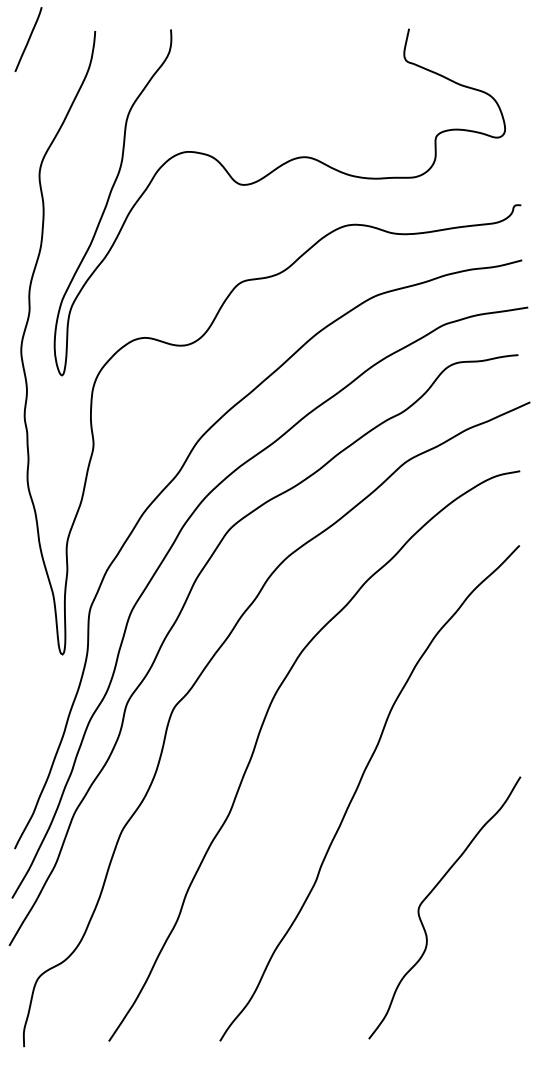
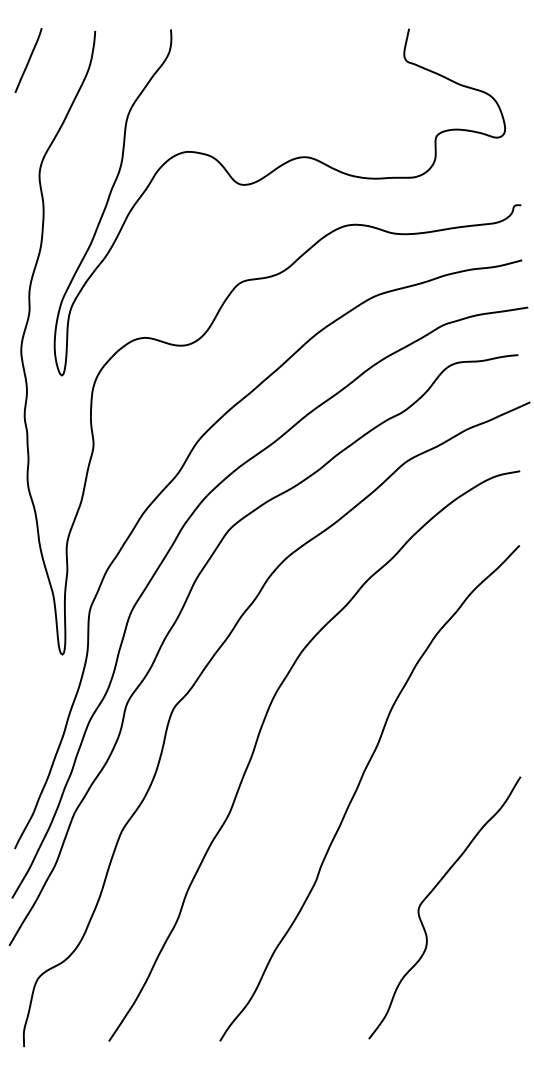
line at (28, 39) position: (28, 39) -> (28, 60)
